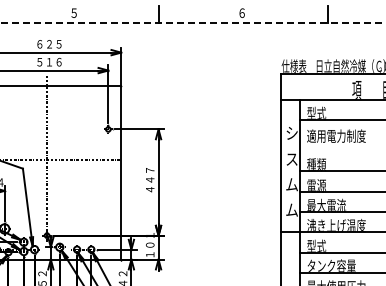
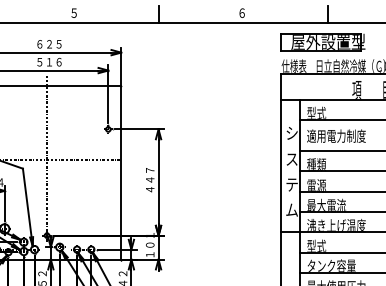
line at (192, 23): dashed -> solid
part at (322, 42): none -> present
line at (340, 150): none -> present
text at (291, 184): ム -> テ
